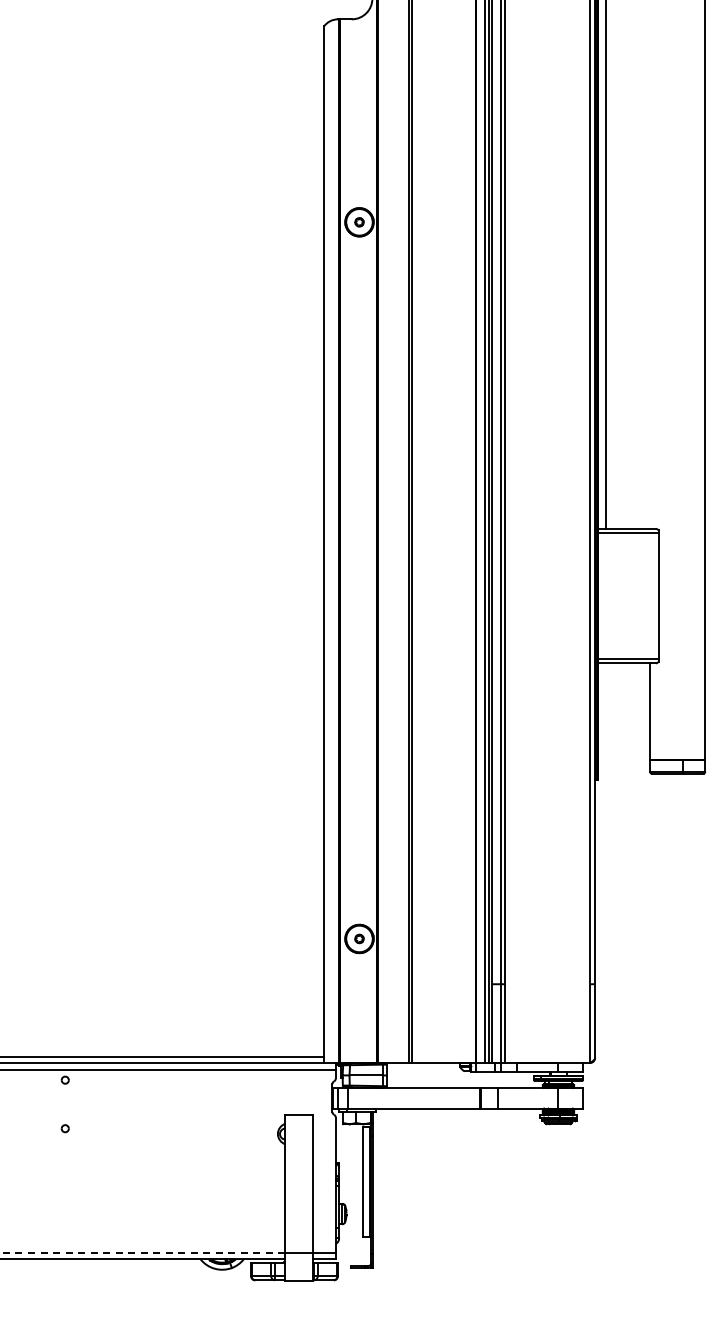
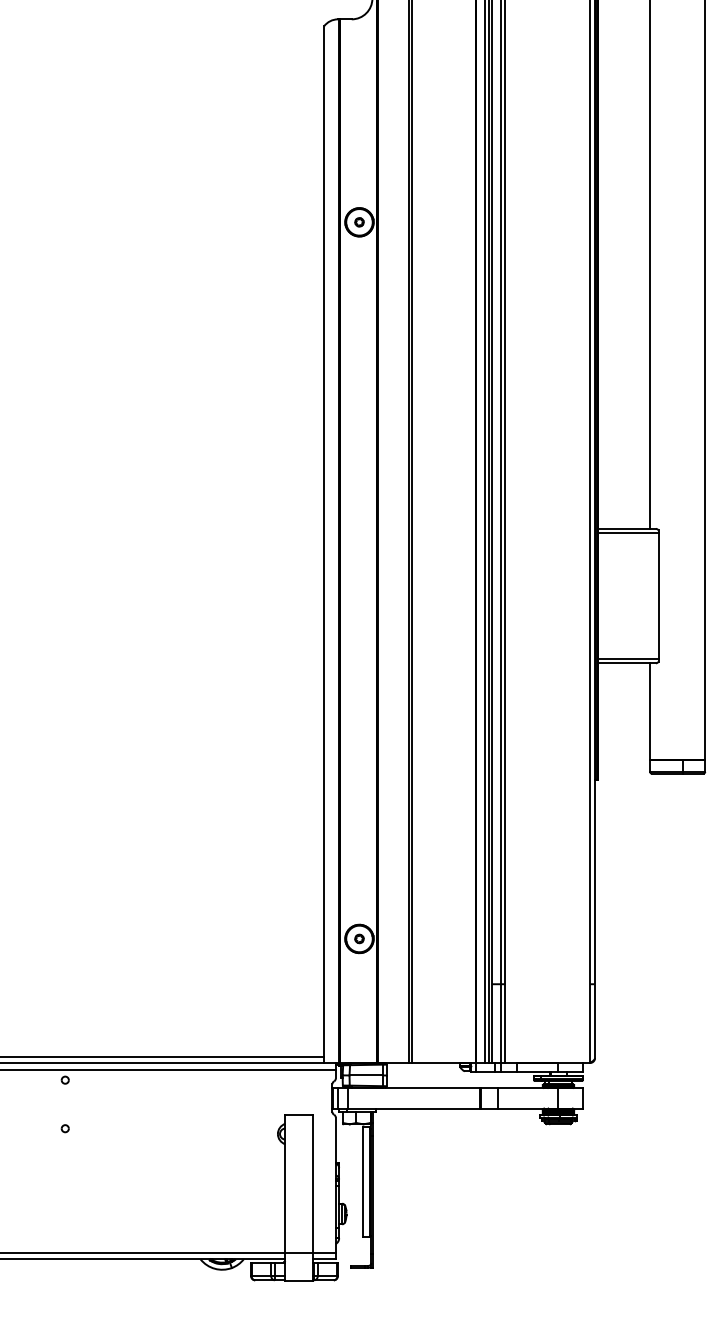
line at (606, 265) position: (606, 265) -> (650, 265)
line at (142, 1252): dashed -> solid
